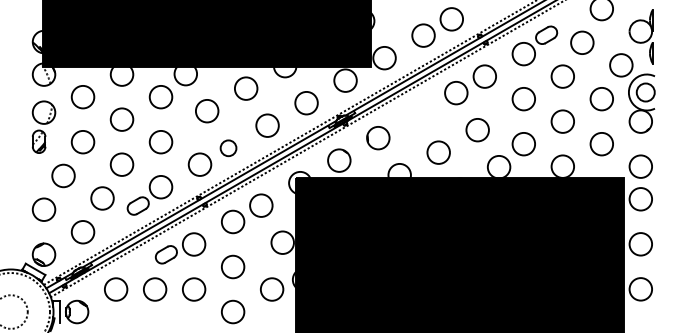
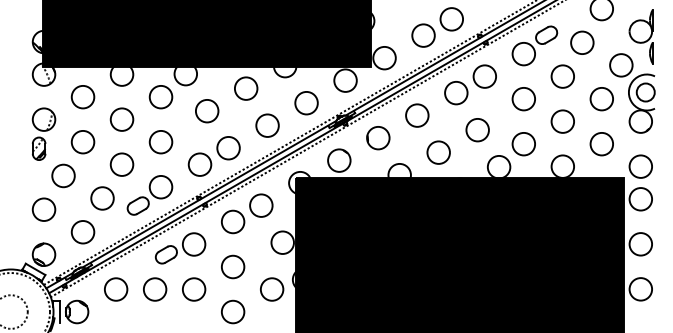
circle at (417, 115): none -> present
part at (43, 126) position: (43, 126) -> (43, 133)
circle at (228, 148) size: 19x19 px -> 25x25 px
